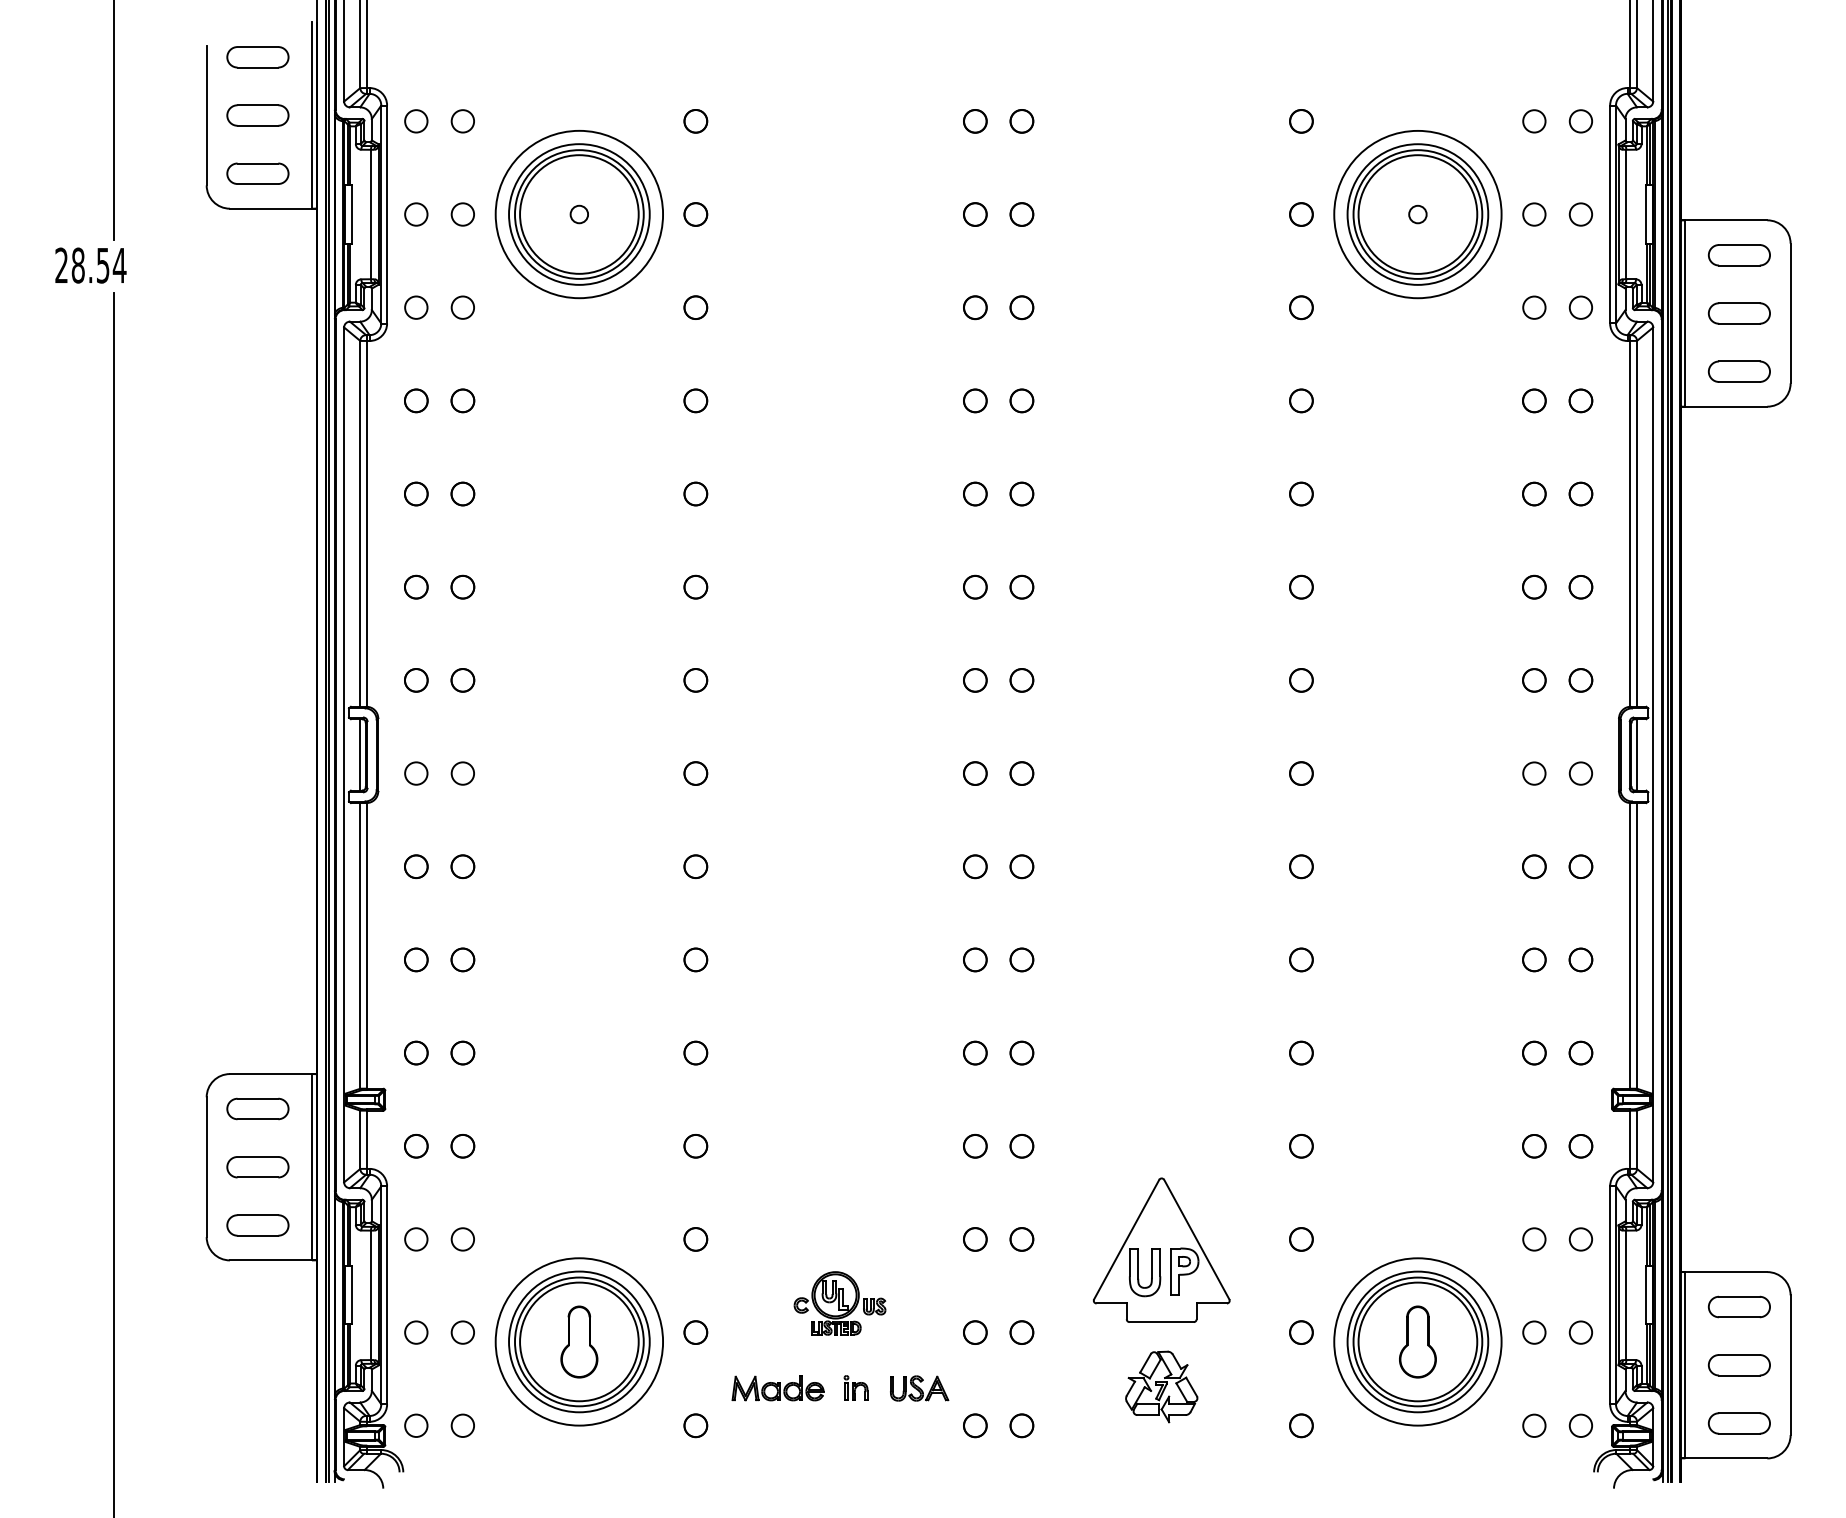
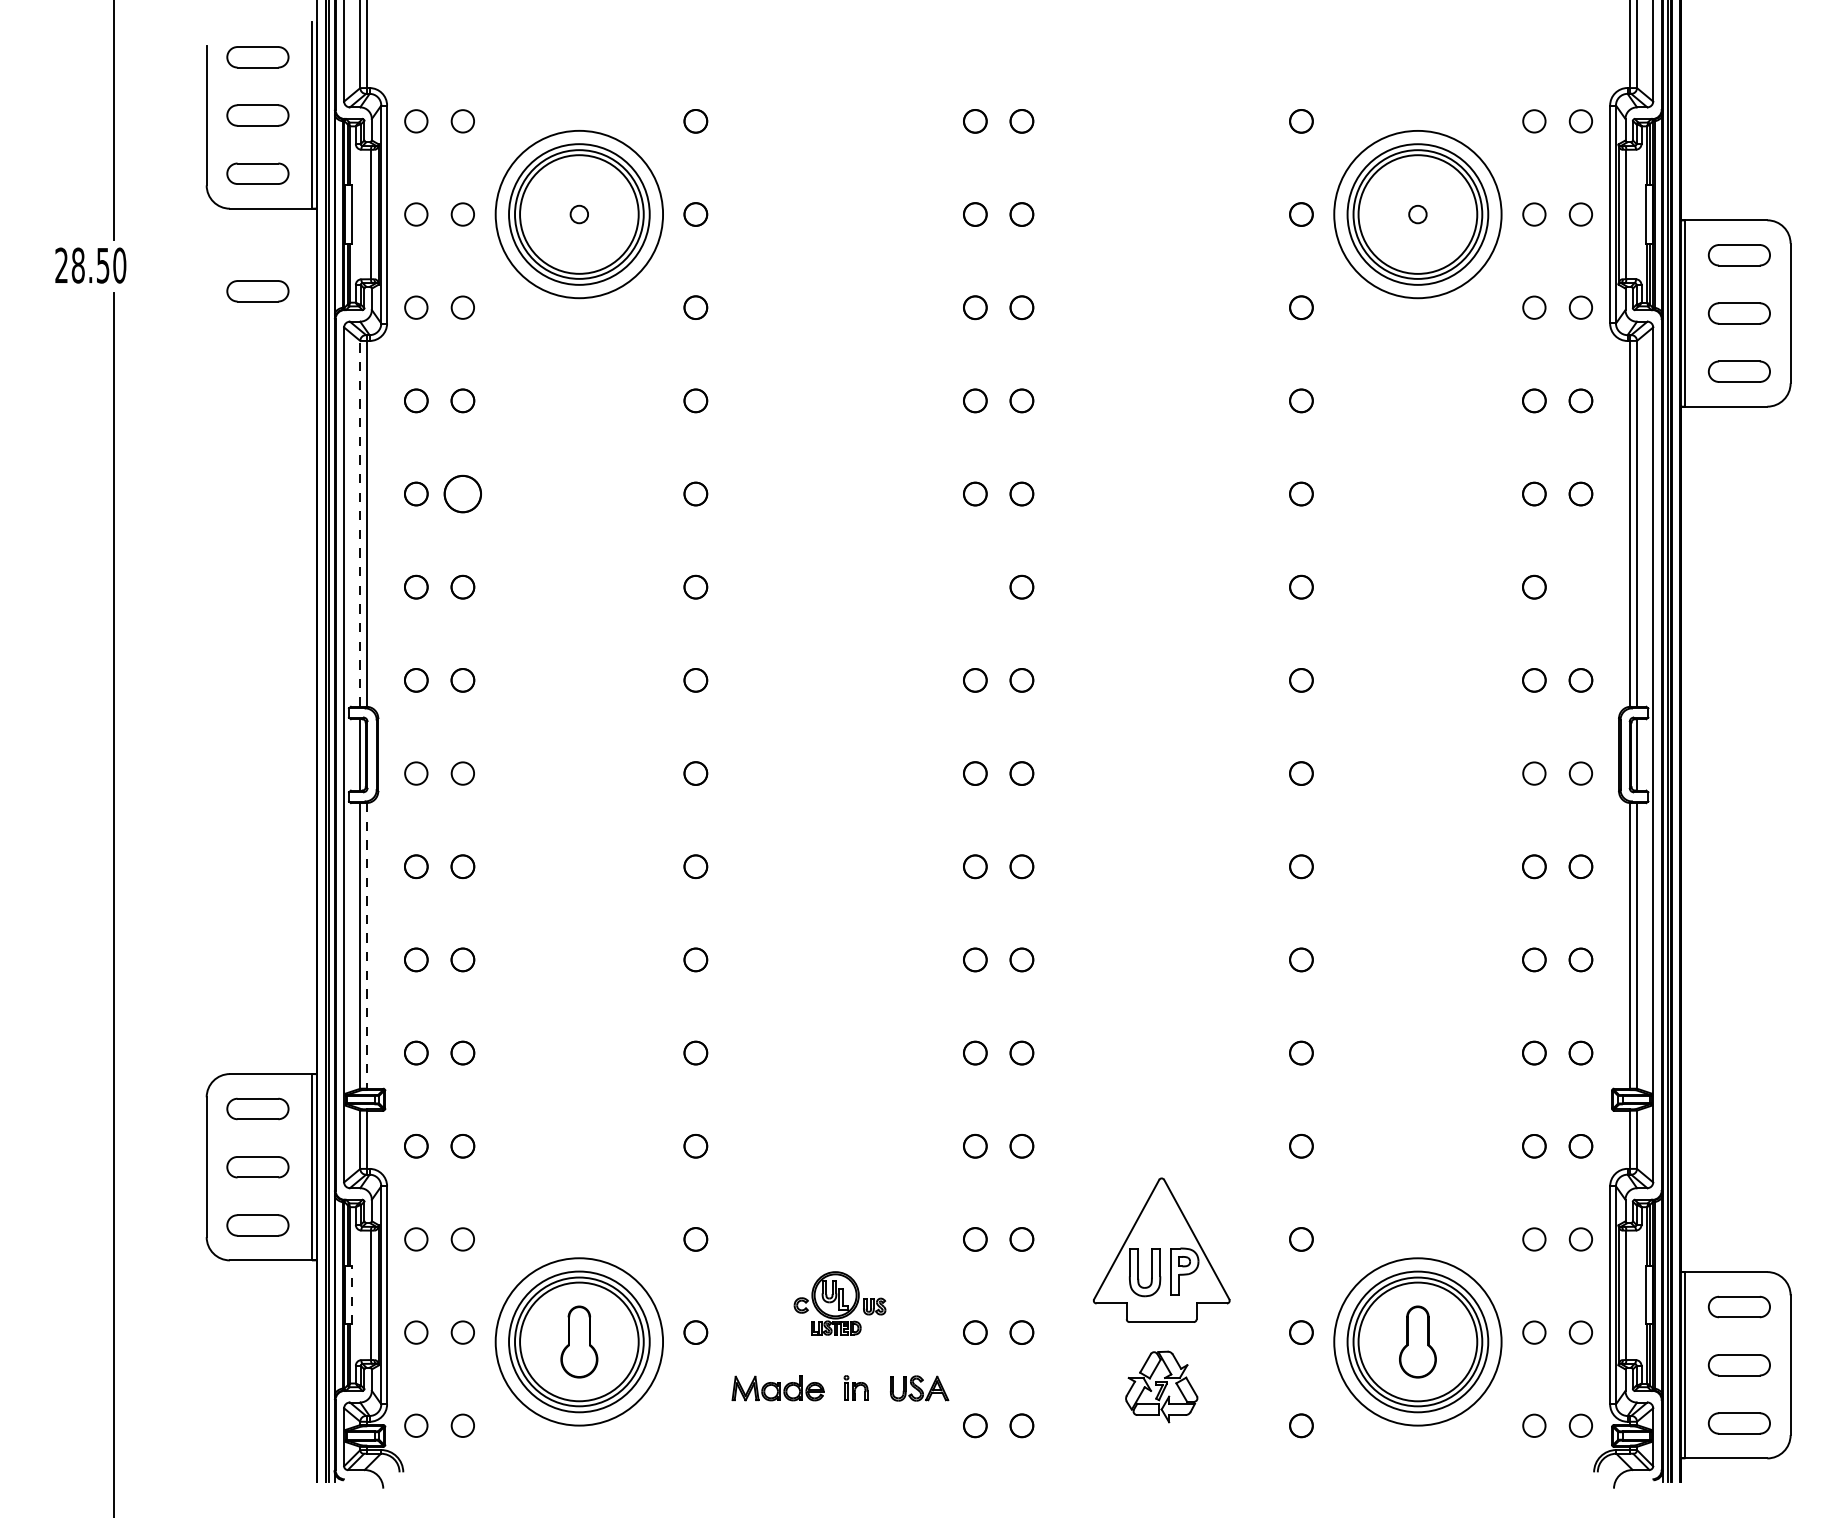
text at (119, 265): 28.54 -> 28.50
part at (257, 291): none -> present
part at (462, 493) size: 26x26 px -> 39x40 px
line at (360, 523): solid -> dashed
part at (975, 586): present -> none
part at (1580, 587): present -> none
line at (367, 945): solid -> dashed
line at (351, 1294): solid -> dashed
part at (695, 1425): present -> none
